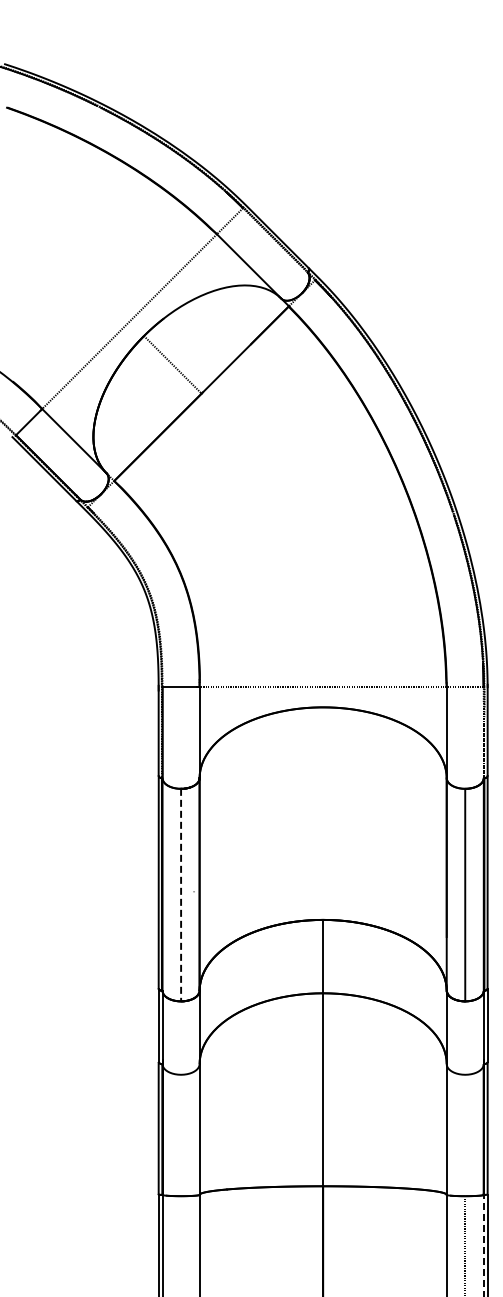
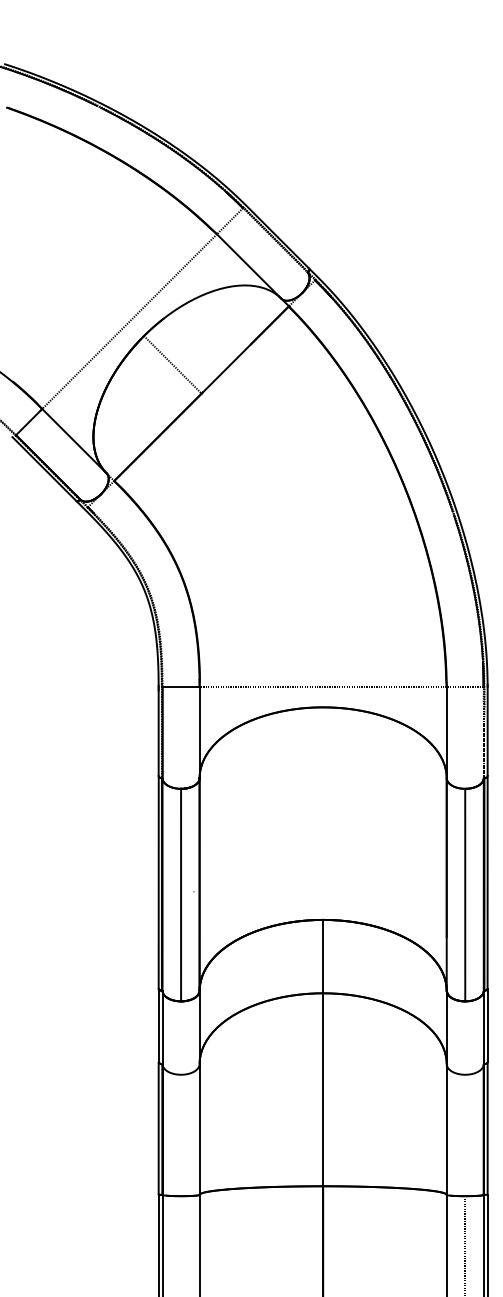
line at (181, 895): dashed -> solid
line at (483, 1245): dashed -> solid
